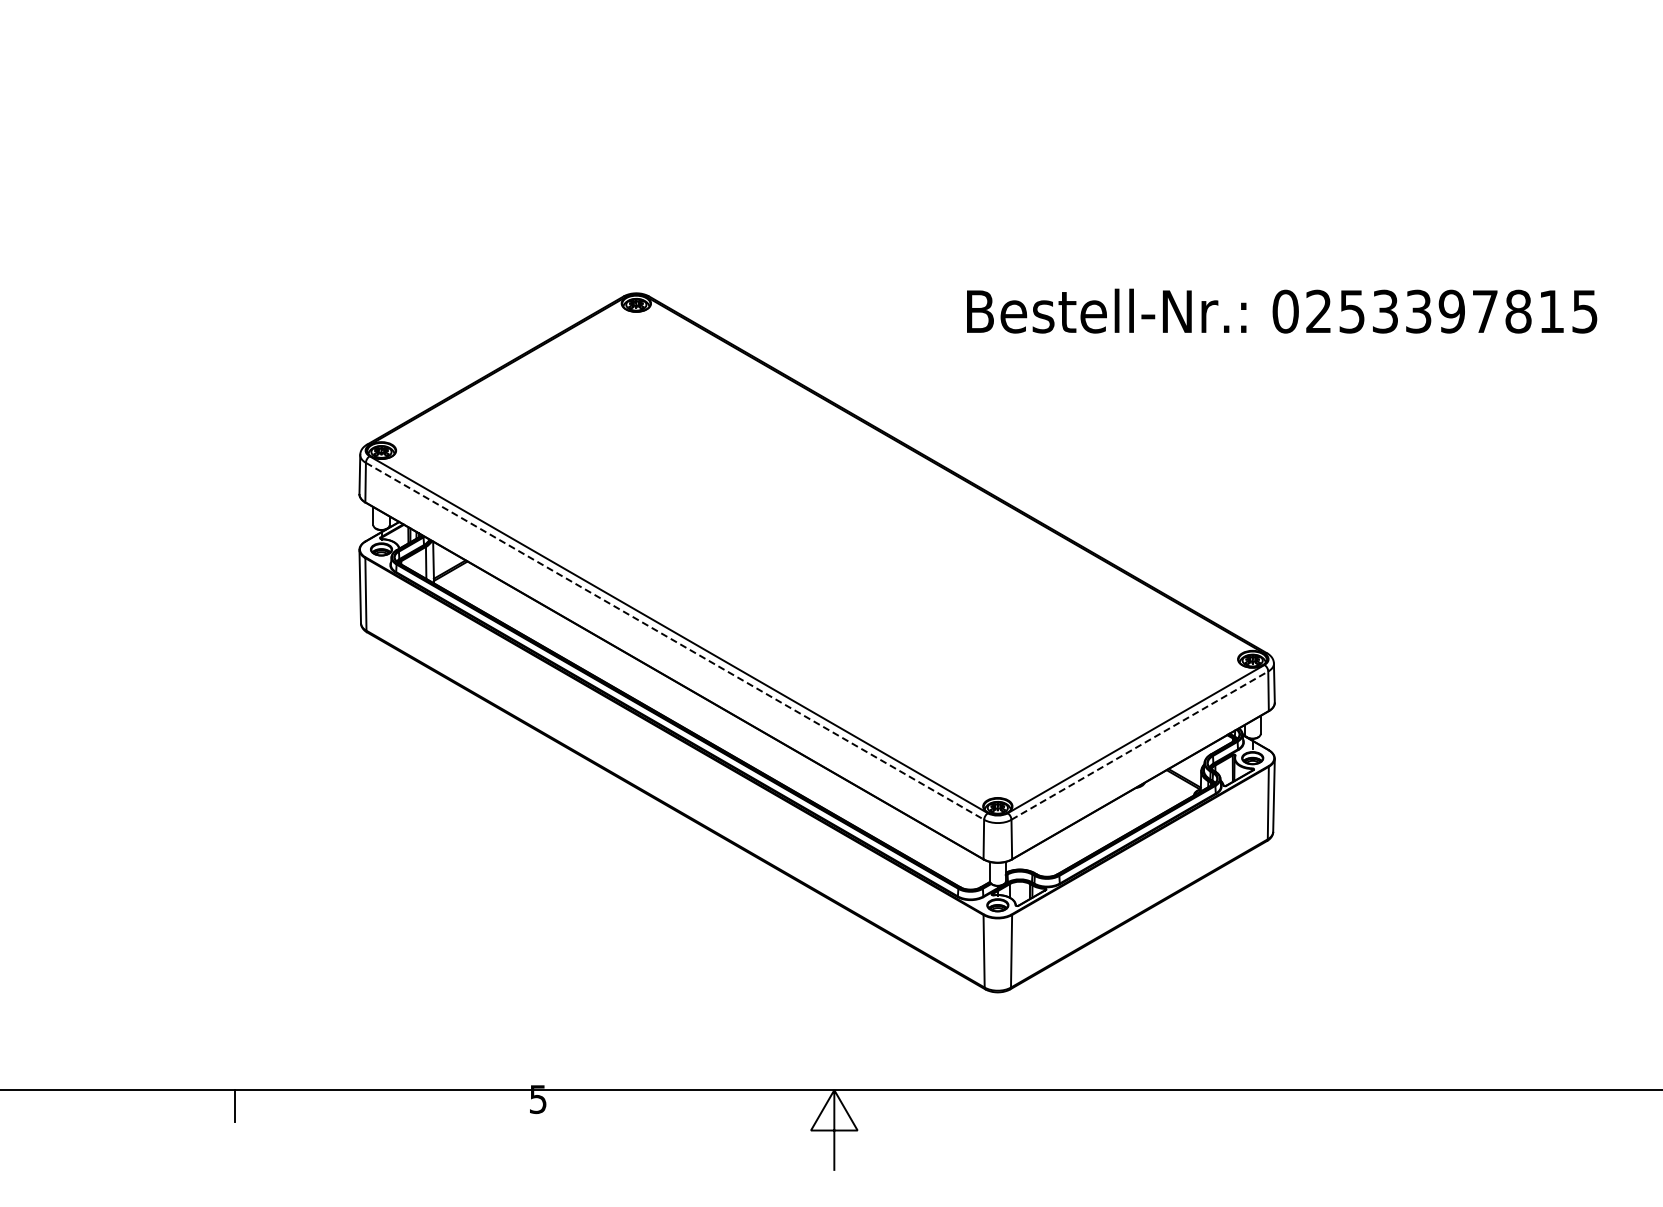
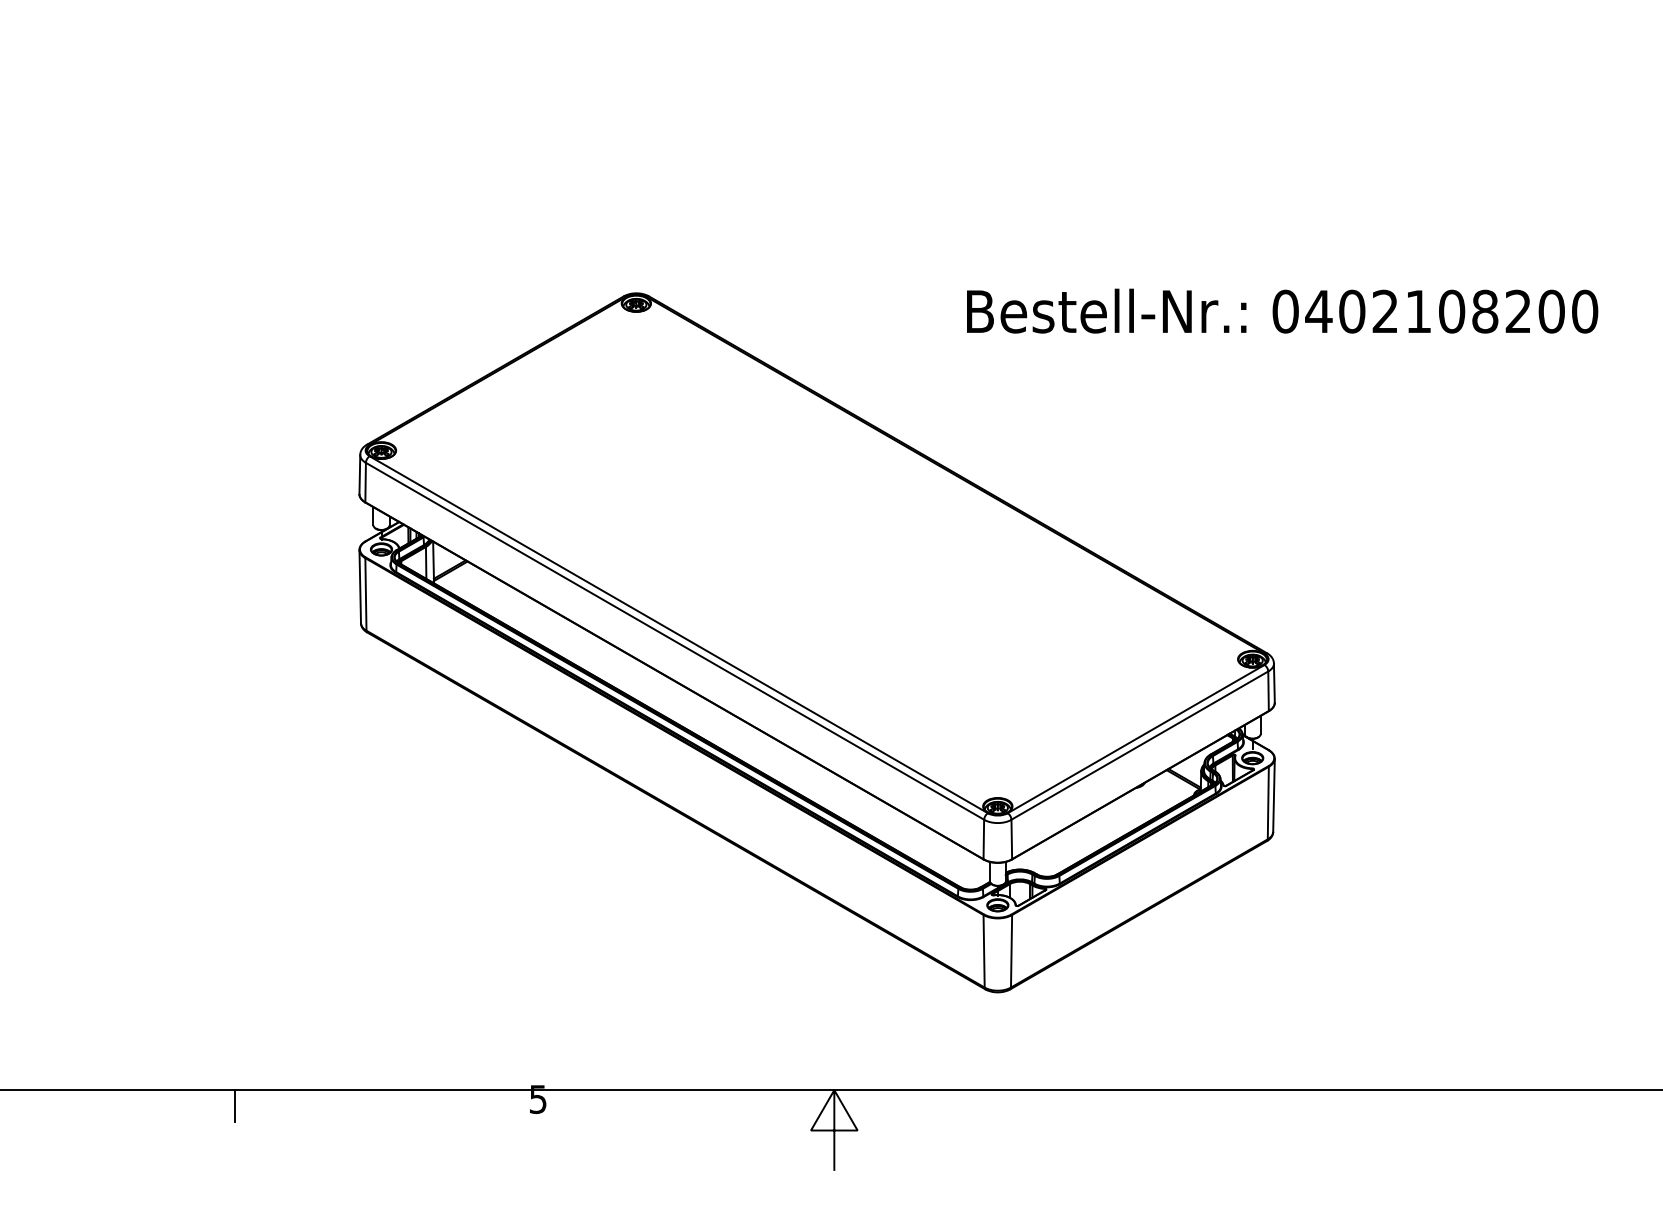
text at (1451, 311): 0253397815 -> 0402108200
line at (675, 641): dashed -> solid
line at (1140, 745): dashed -> solid
